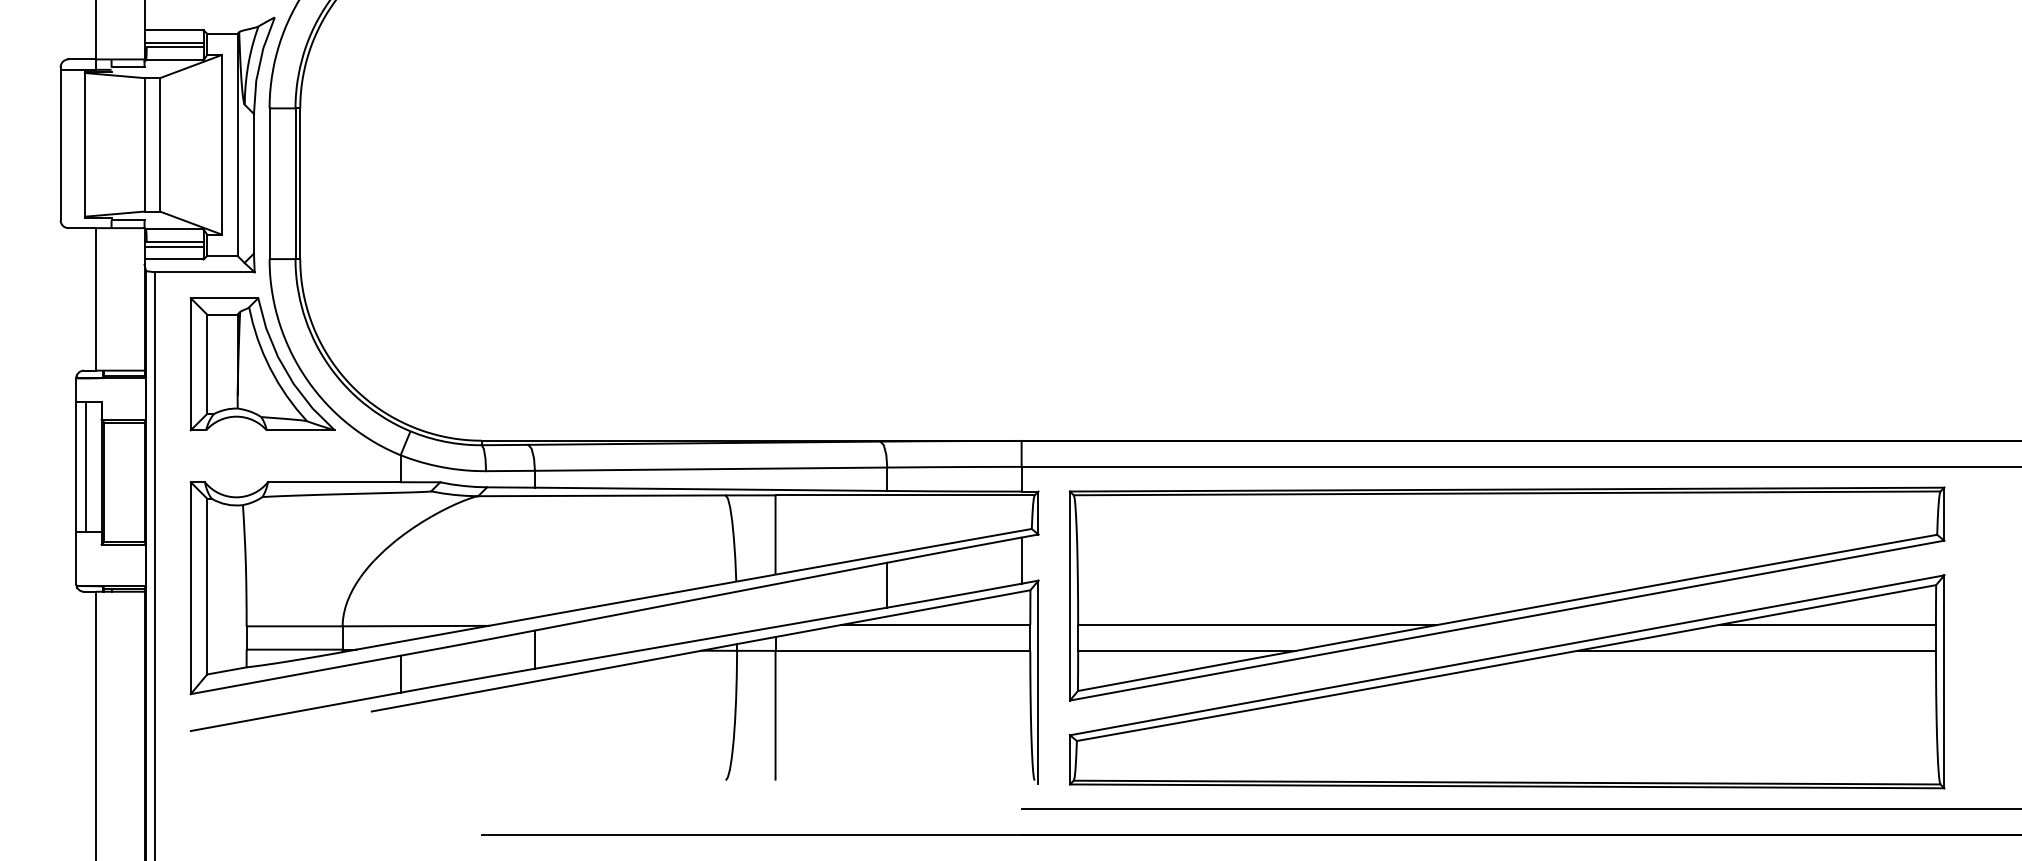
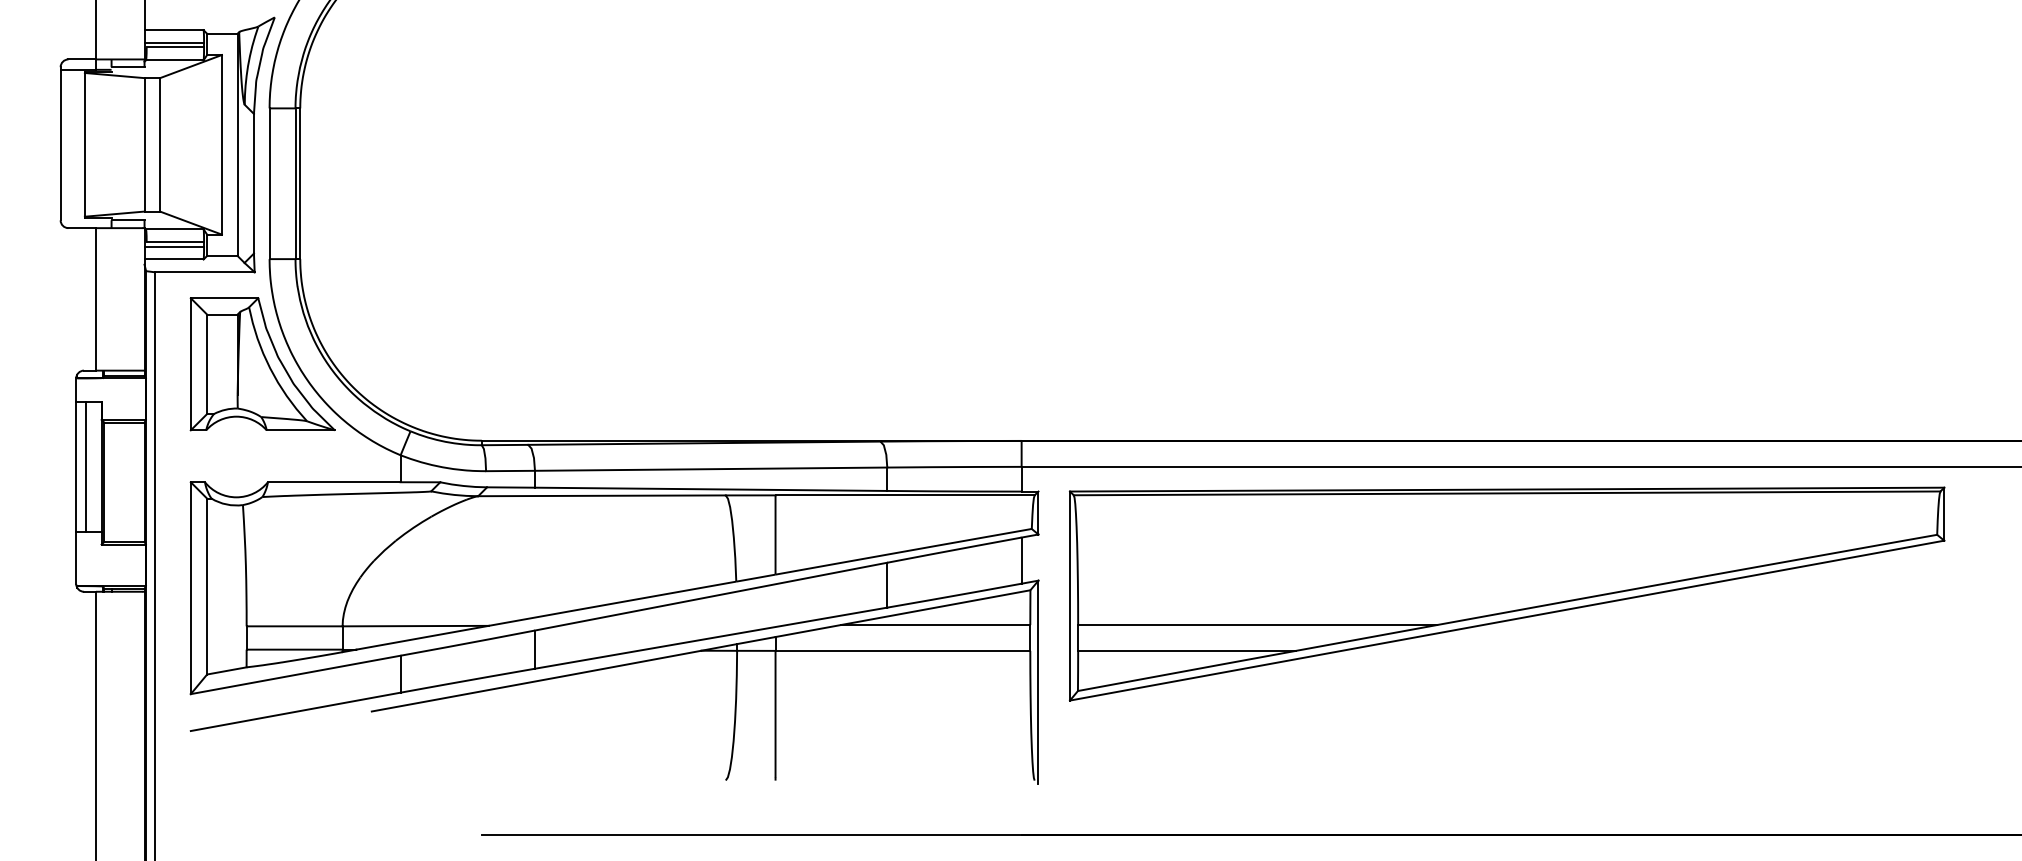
part at (1507, 681): present -> none
line at (1519, 809): present -> none
